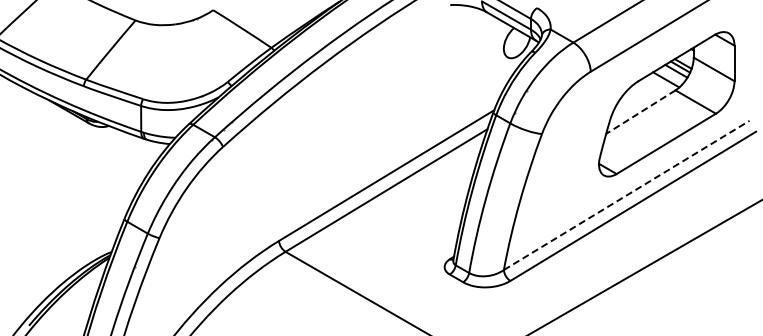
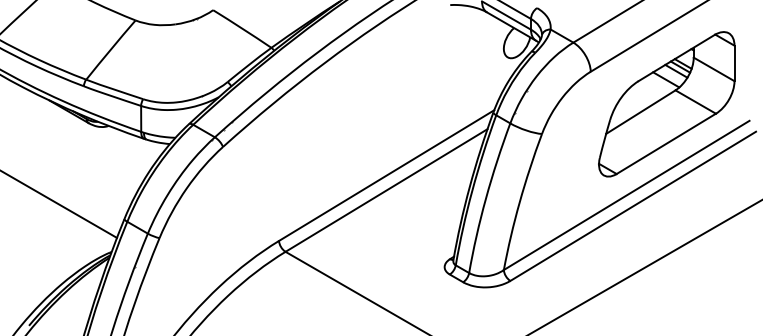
line at (640, 112): dashed -> solid
line at (626, 195): dashed -> solid
line at (59, 204): none -> present
